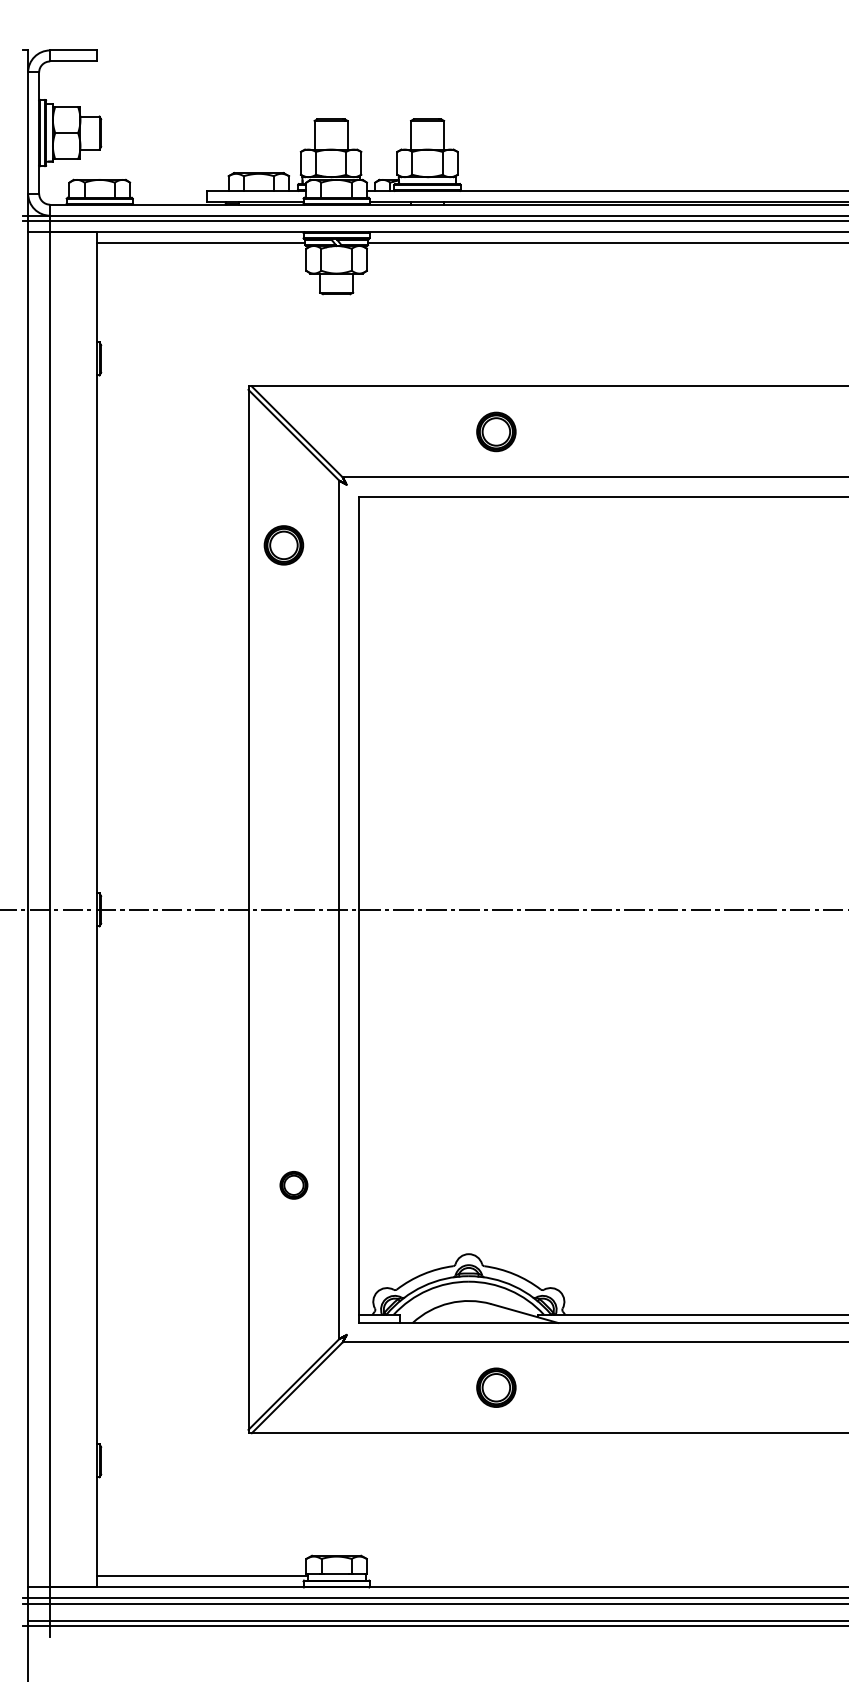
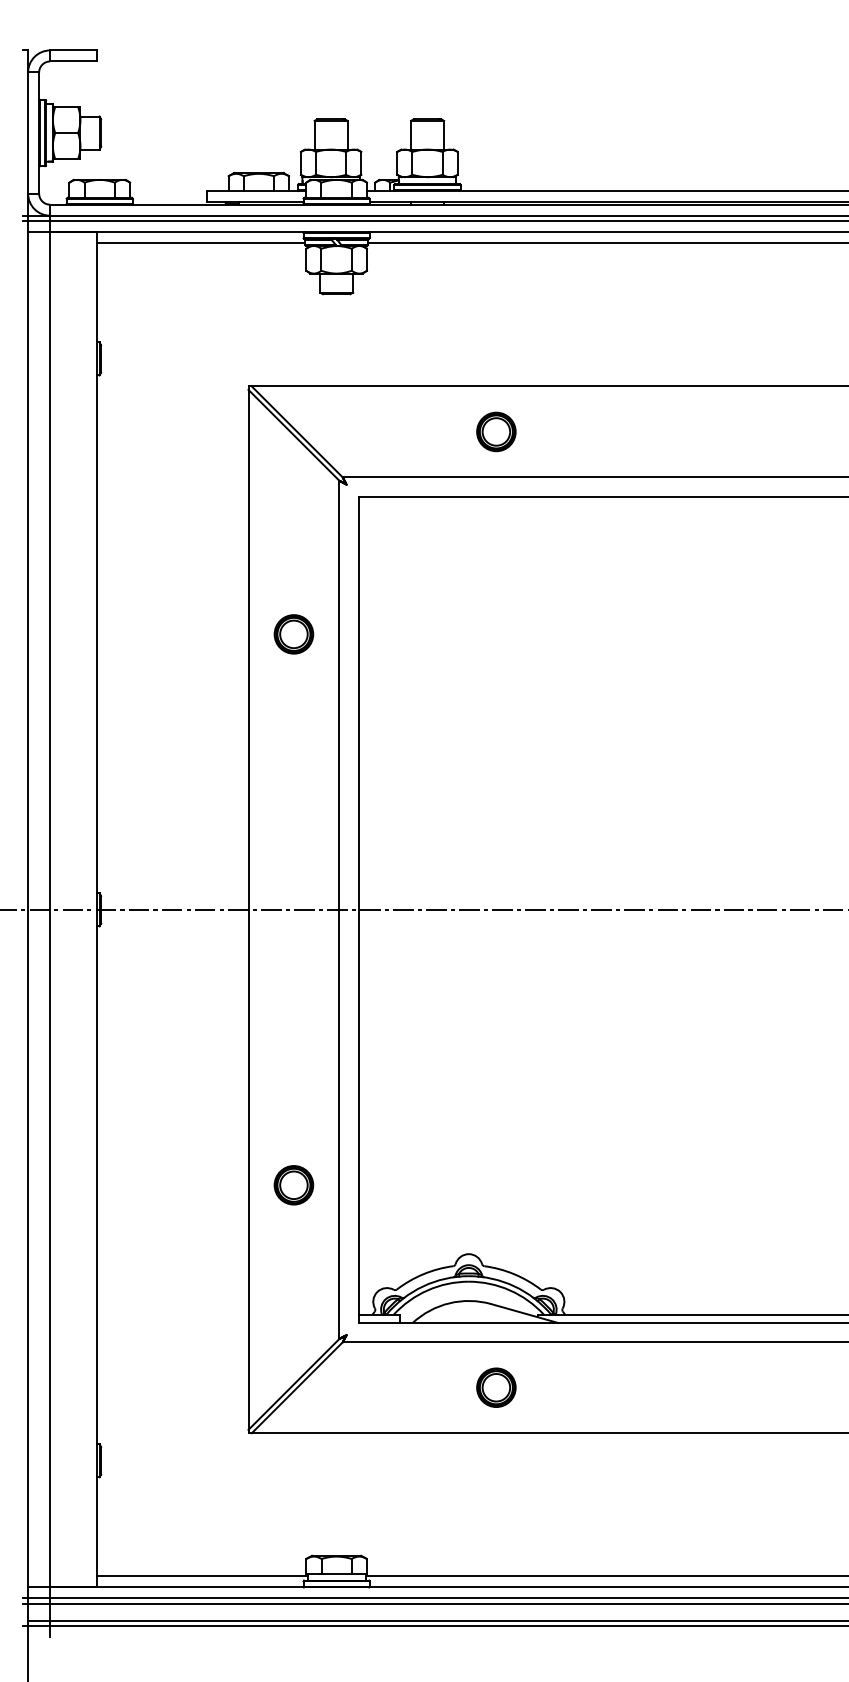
part at (283, 545) position: (283, 545) -> (293, 634)
part at (293, 1185) size: 30x29 px -> 42x41 px
line at (605, 1576): none -> present
